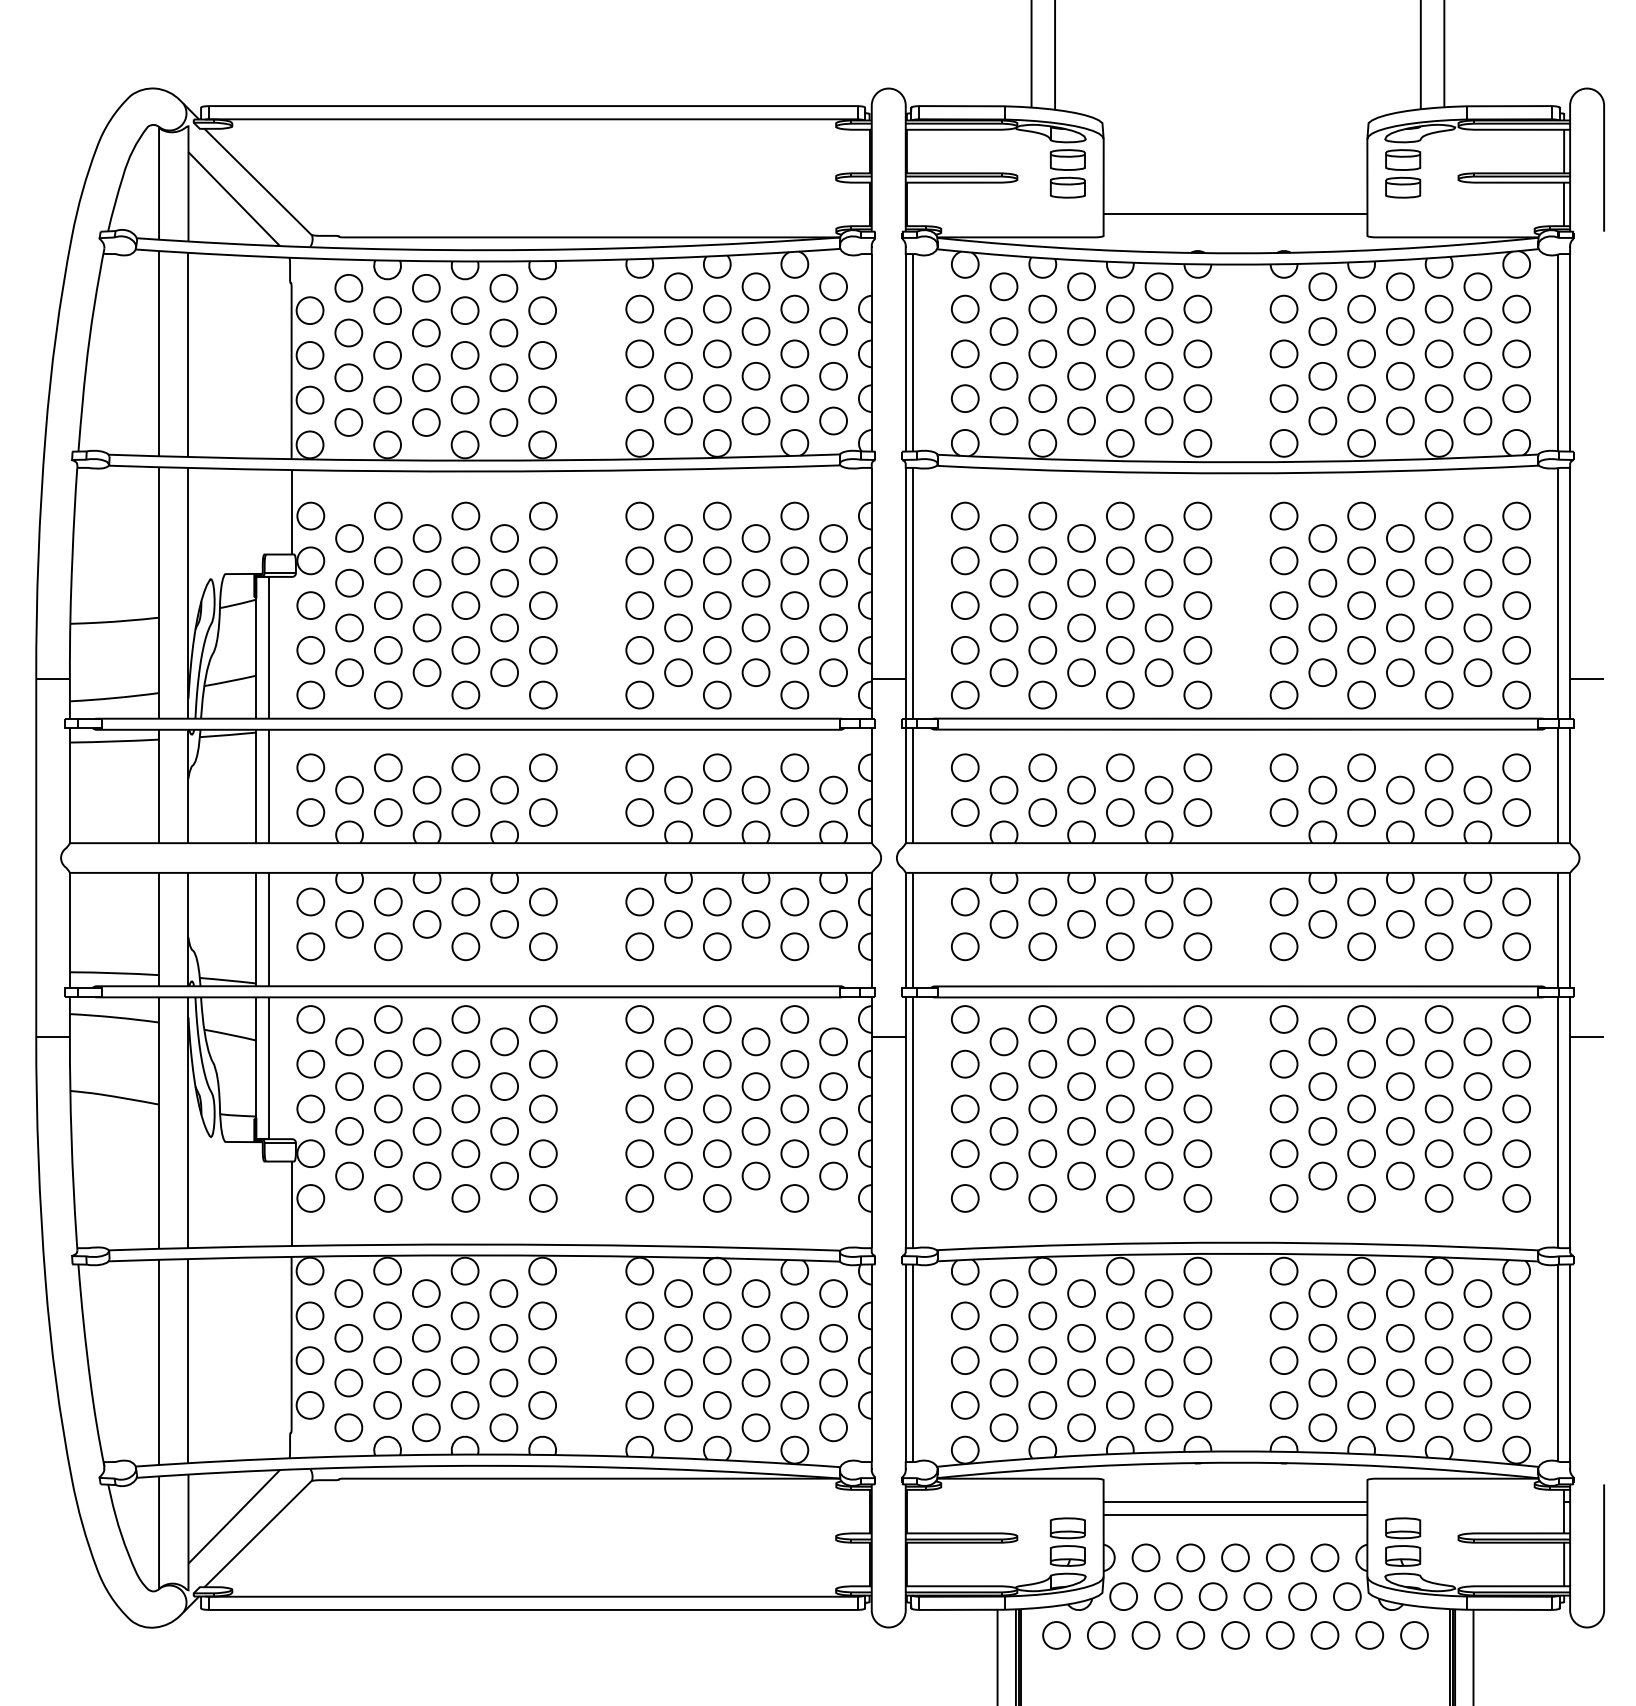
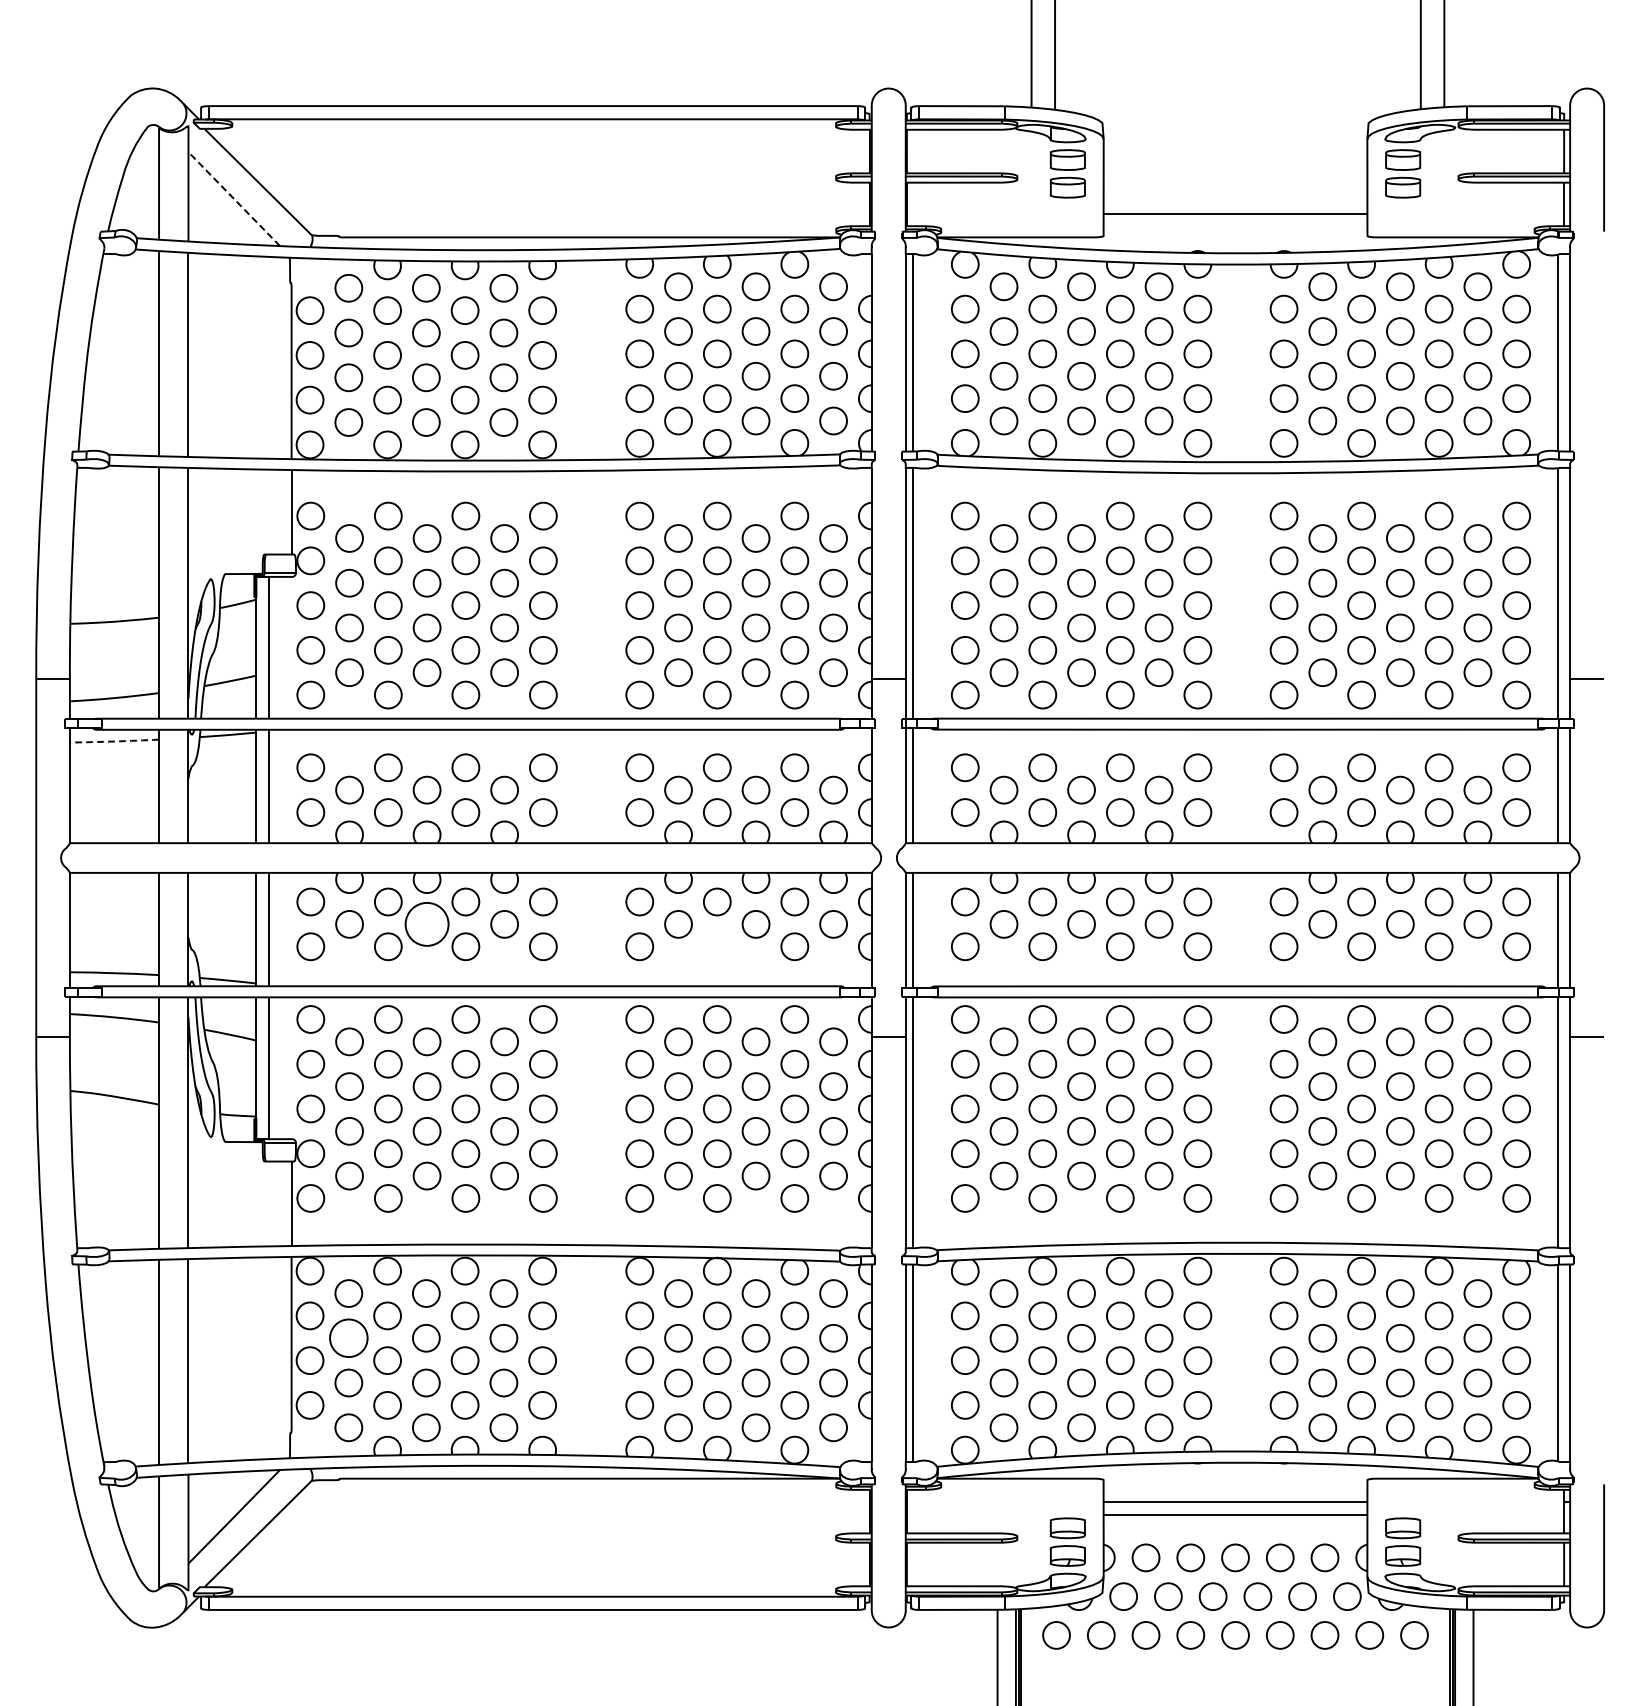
line at (234, 199): solid -> dashed
line at (114, 741): solid -> dashed
circle at (426, 923) diameter: 27 px -> 43 px
circle at (717, 946): present -> none
circle at (348, 1337) diameter: 27 px -> 38 px
